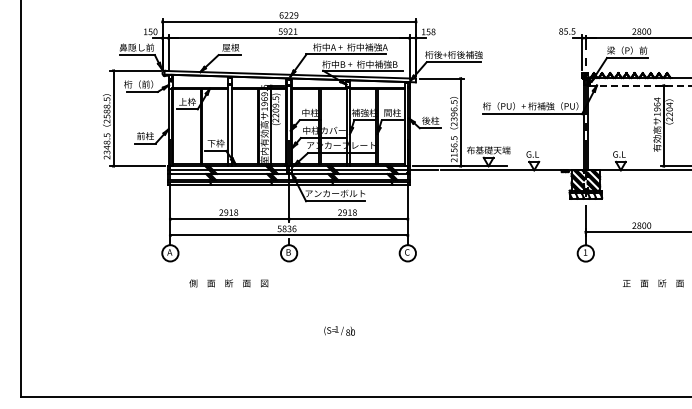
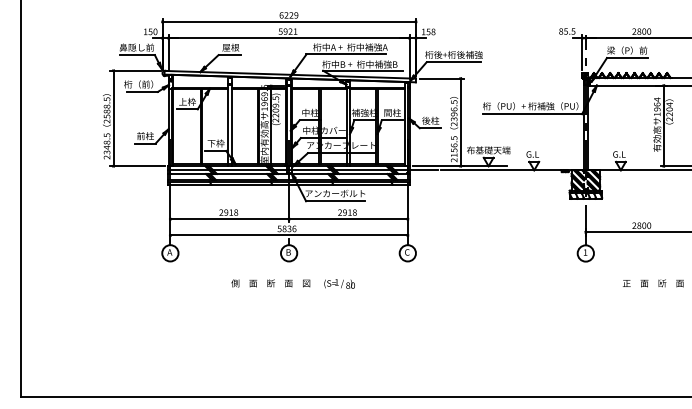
line at (640, 85): dashed -> solid
text at (228, 283) position: (228, 283) -> (270, 283)
text at (339, 330) position: (339, 330) -> (339, 283)
